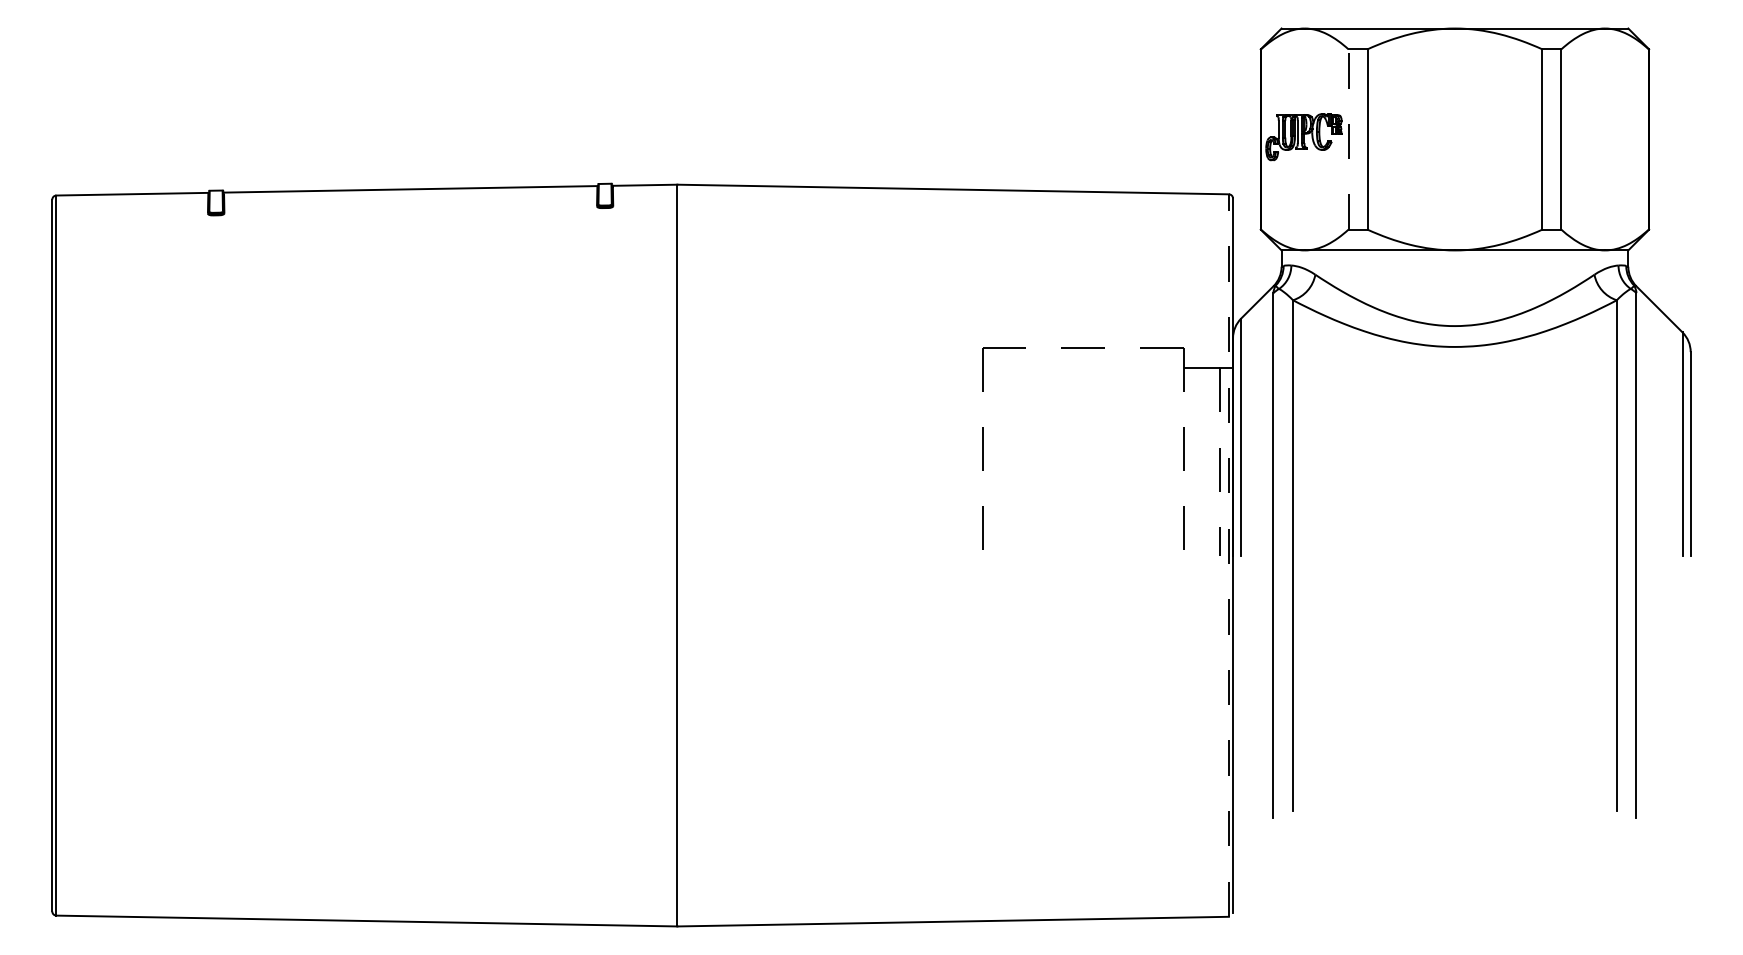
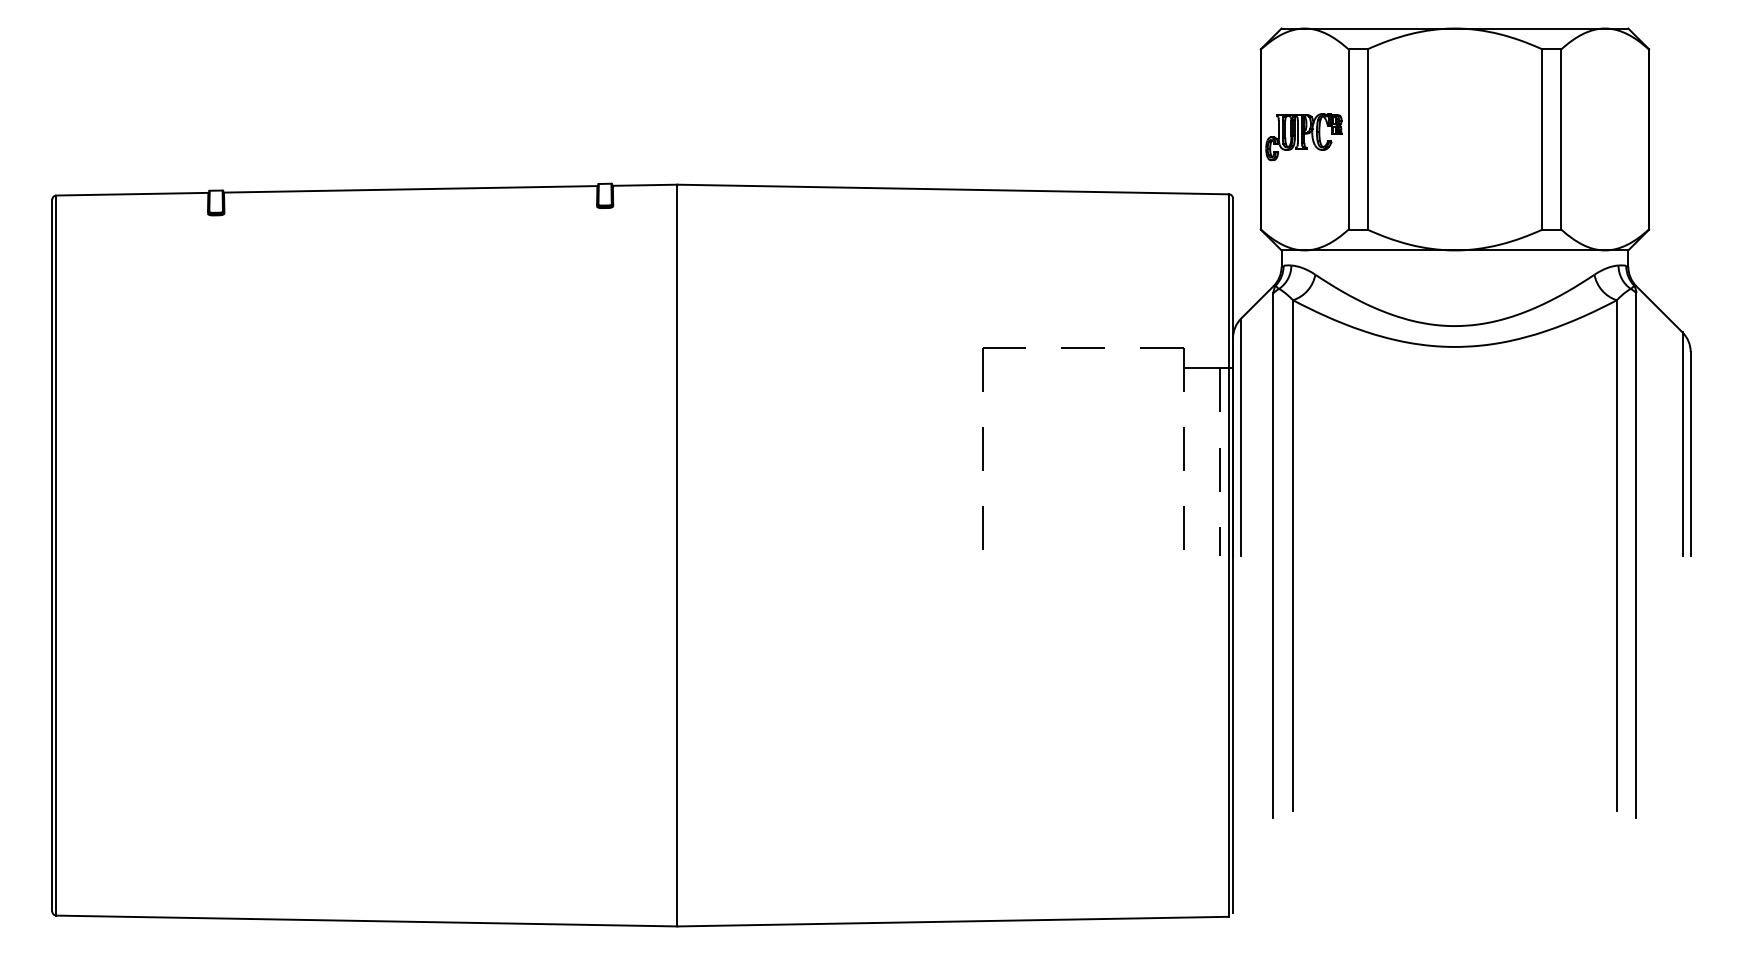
line at (1348, 139): dashed -> solid
line at (1228, 555): dashed -> solid
